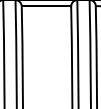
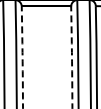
arc at (22, 57): solid -> dashed
arc at (71, 57): solid -> dashed
